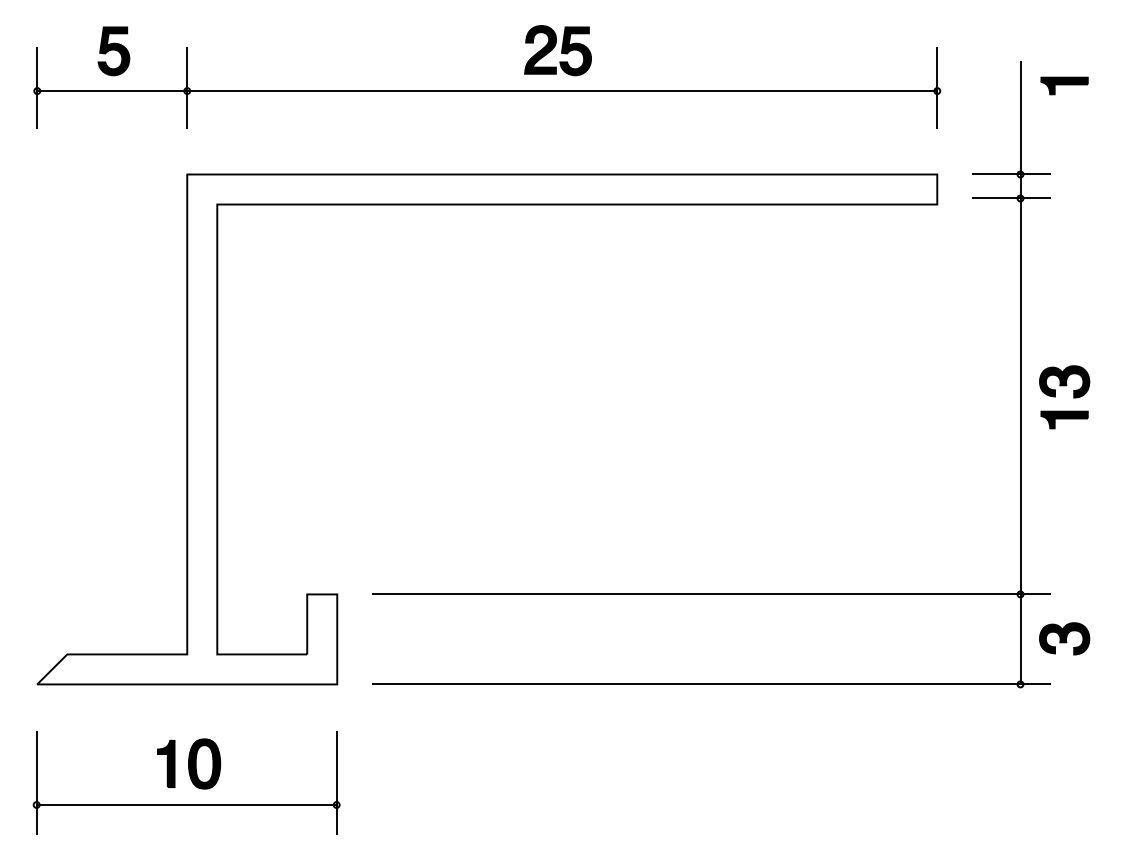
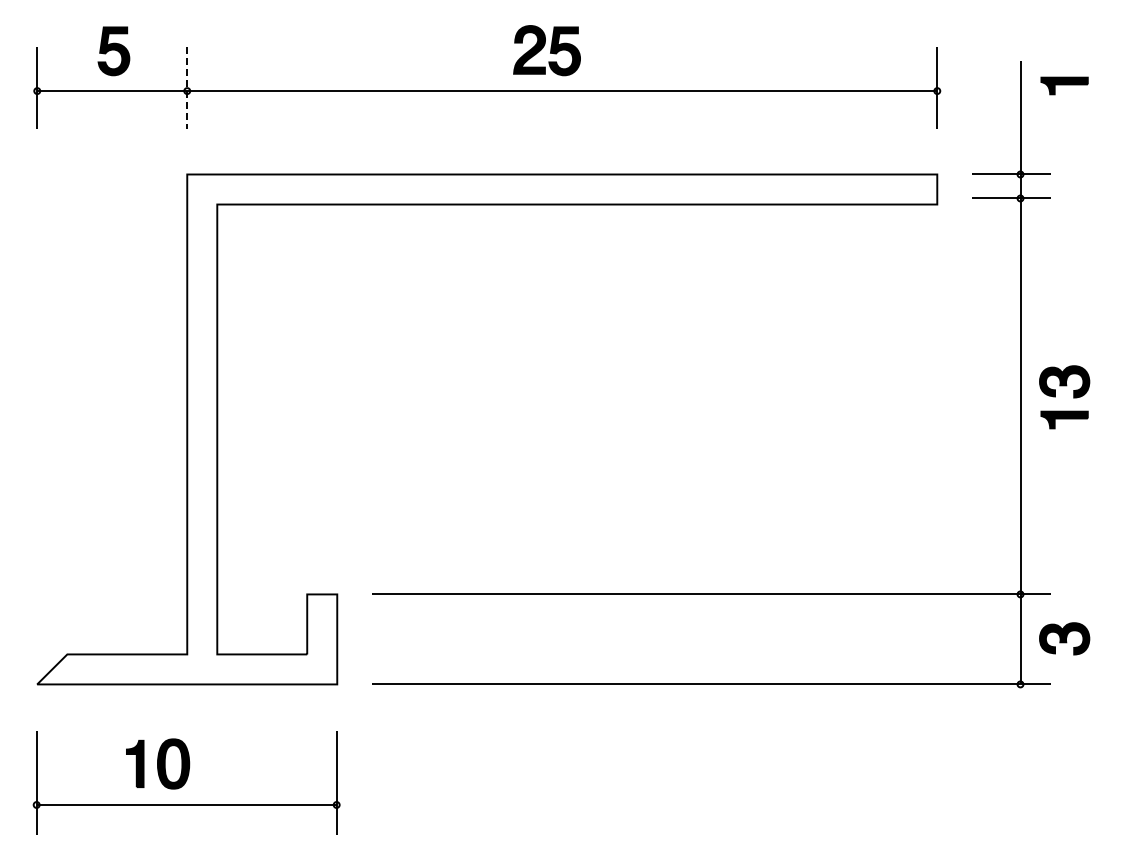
part at (557, 50) position: (557, 50) -> (546, 50)
line at (187, 88): solid -> dashed
part at (189, 763) position: (189, 763) -> (158, 763)
